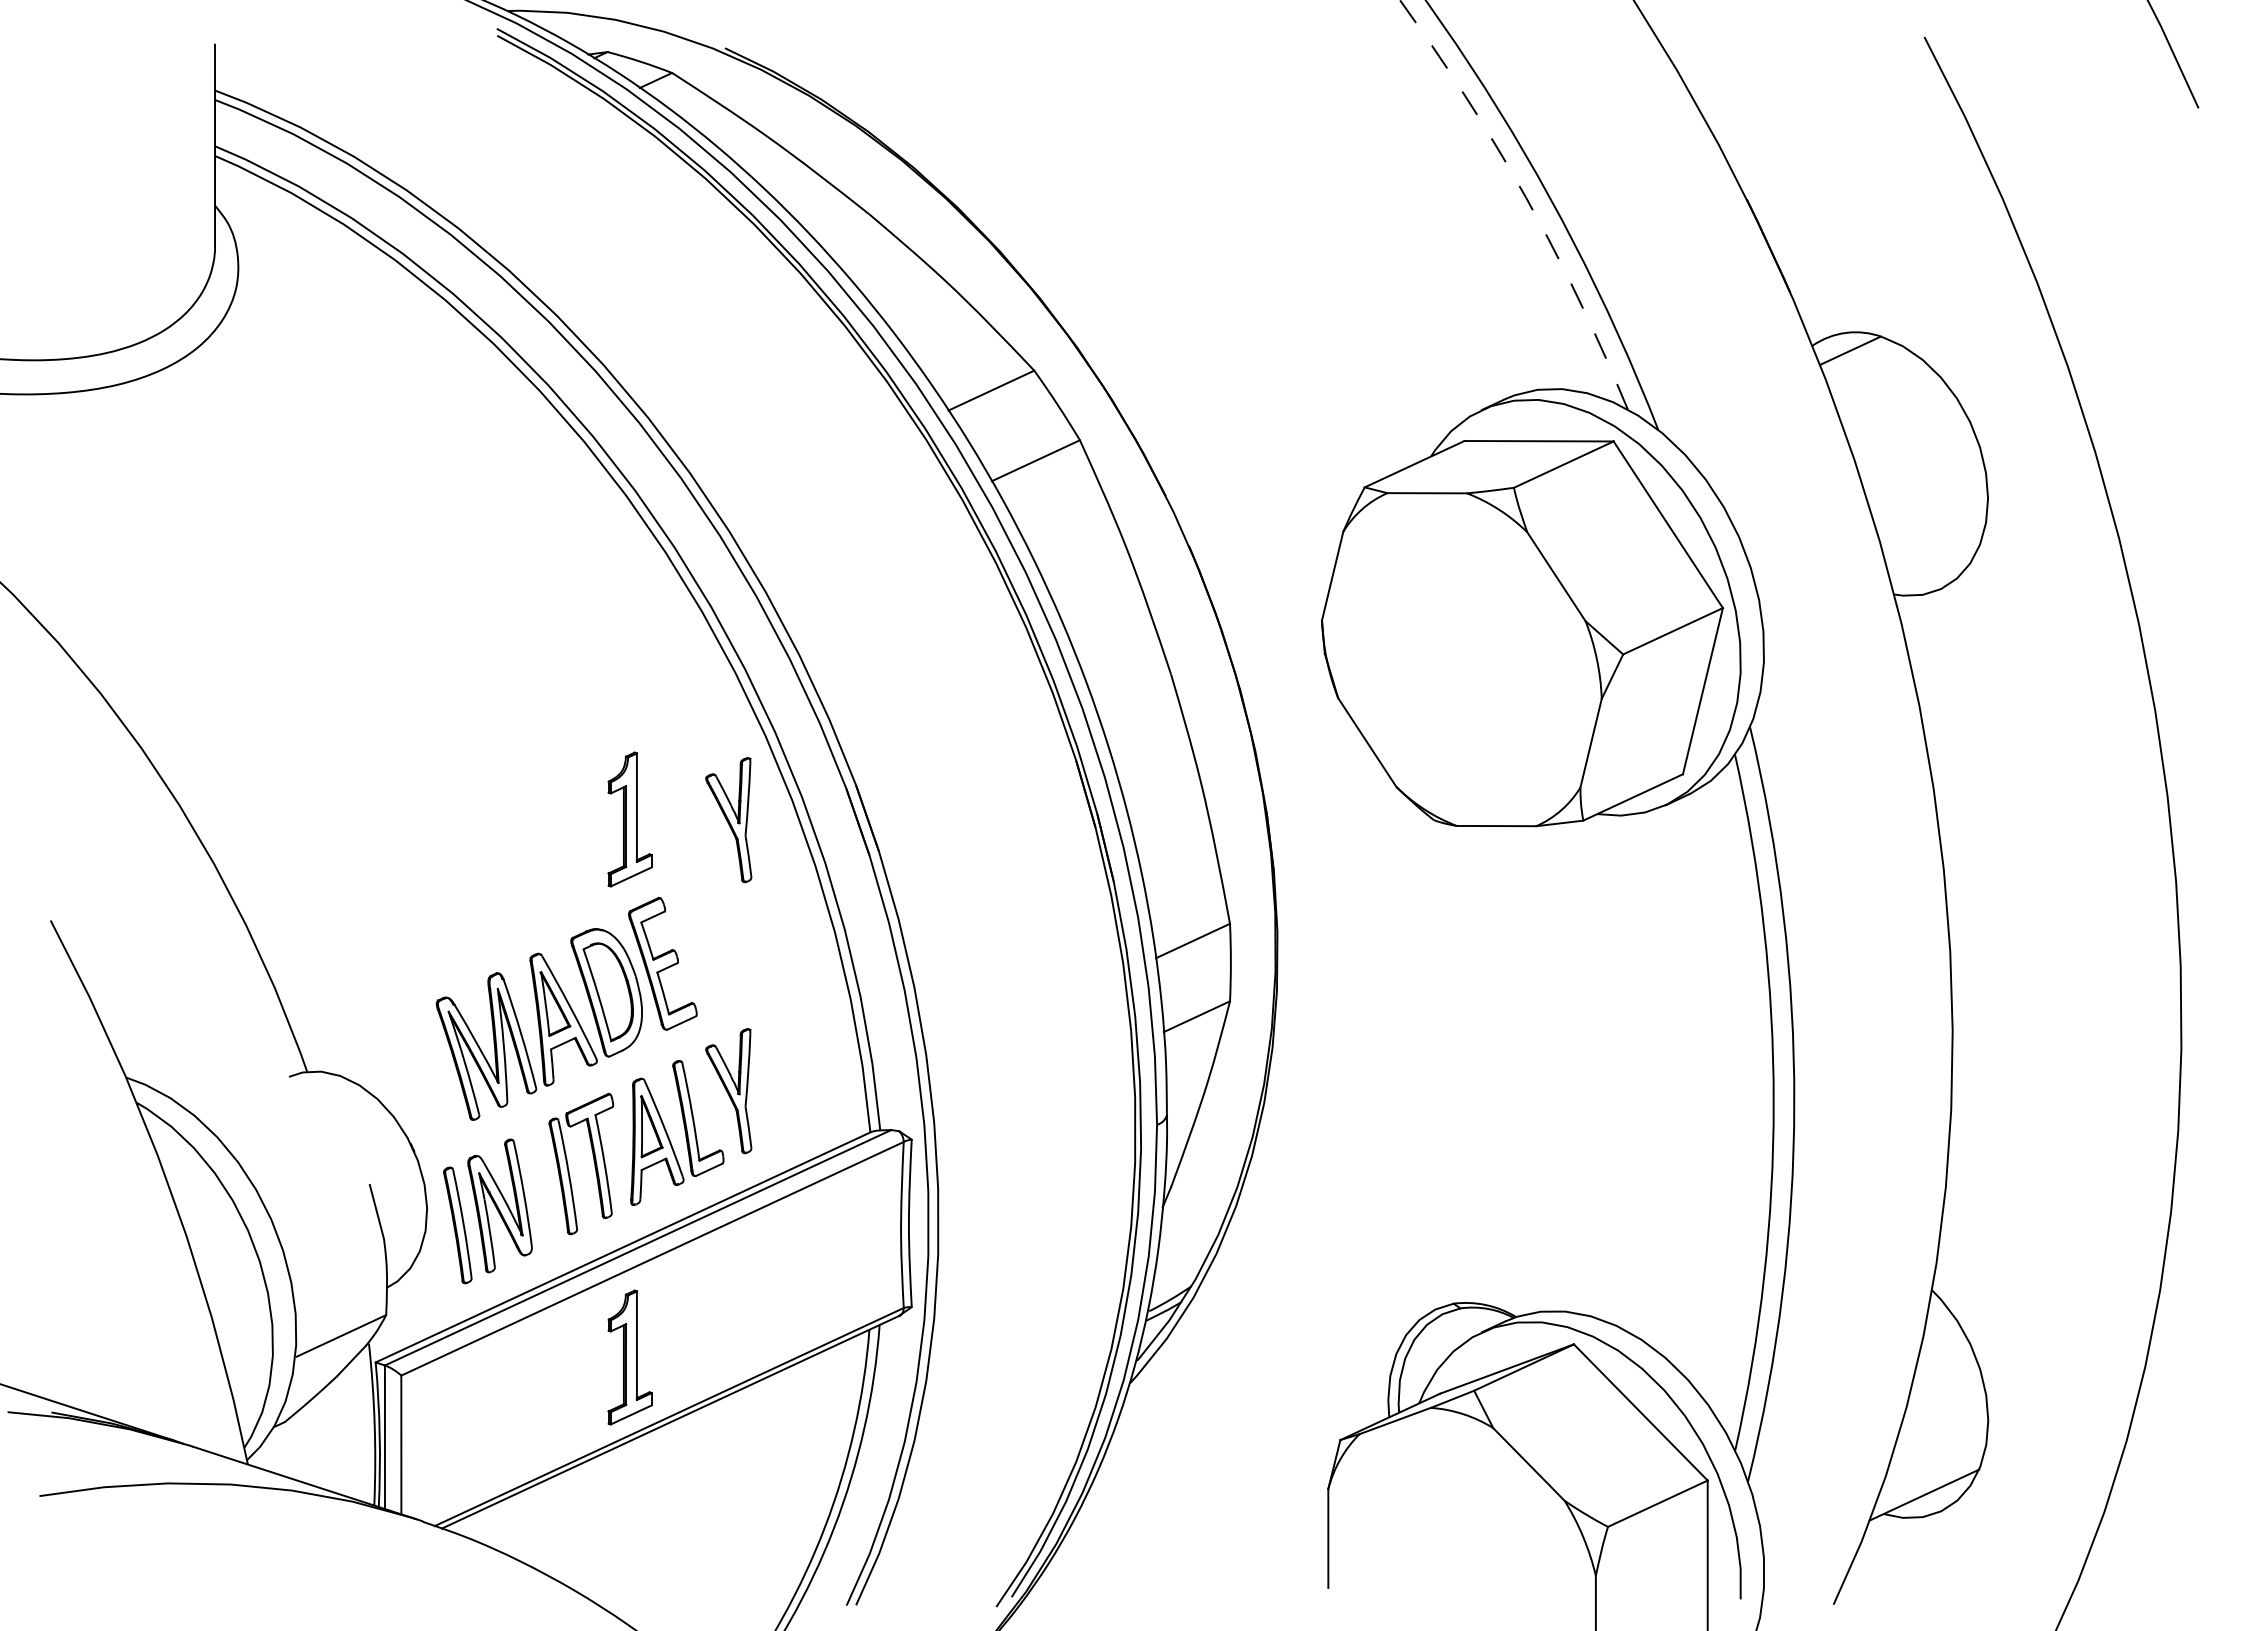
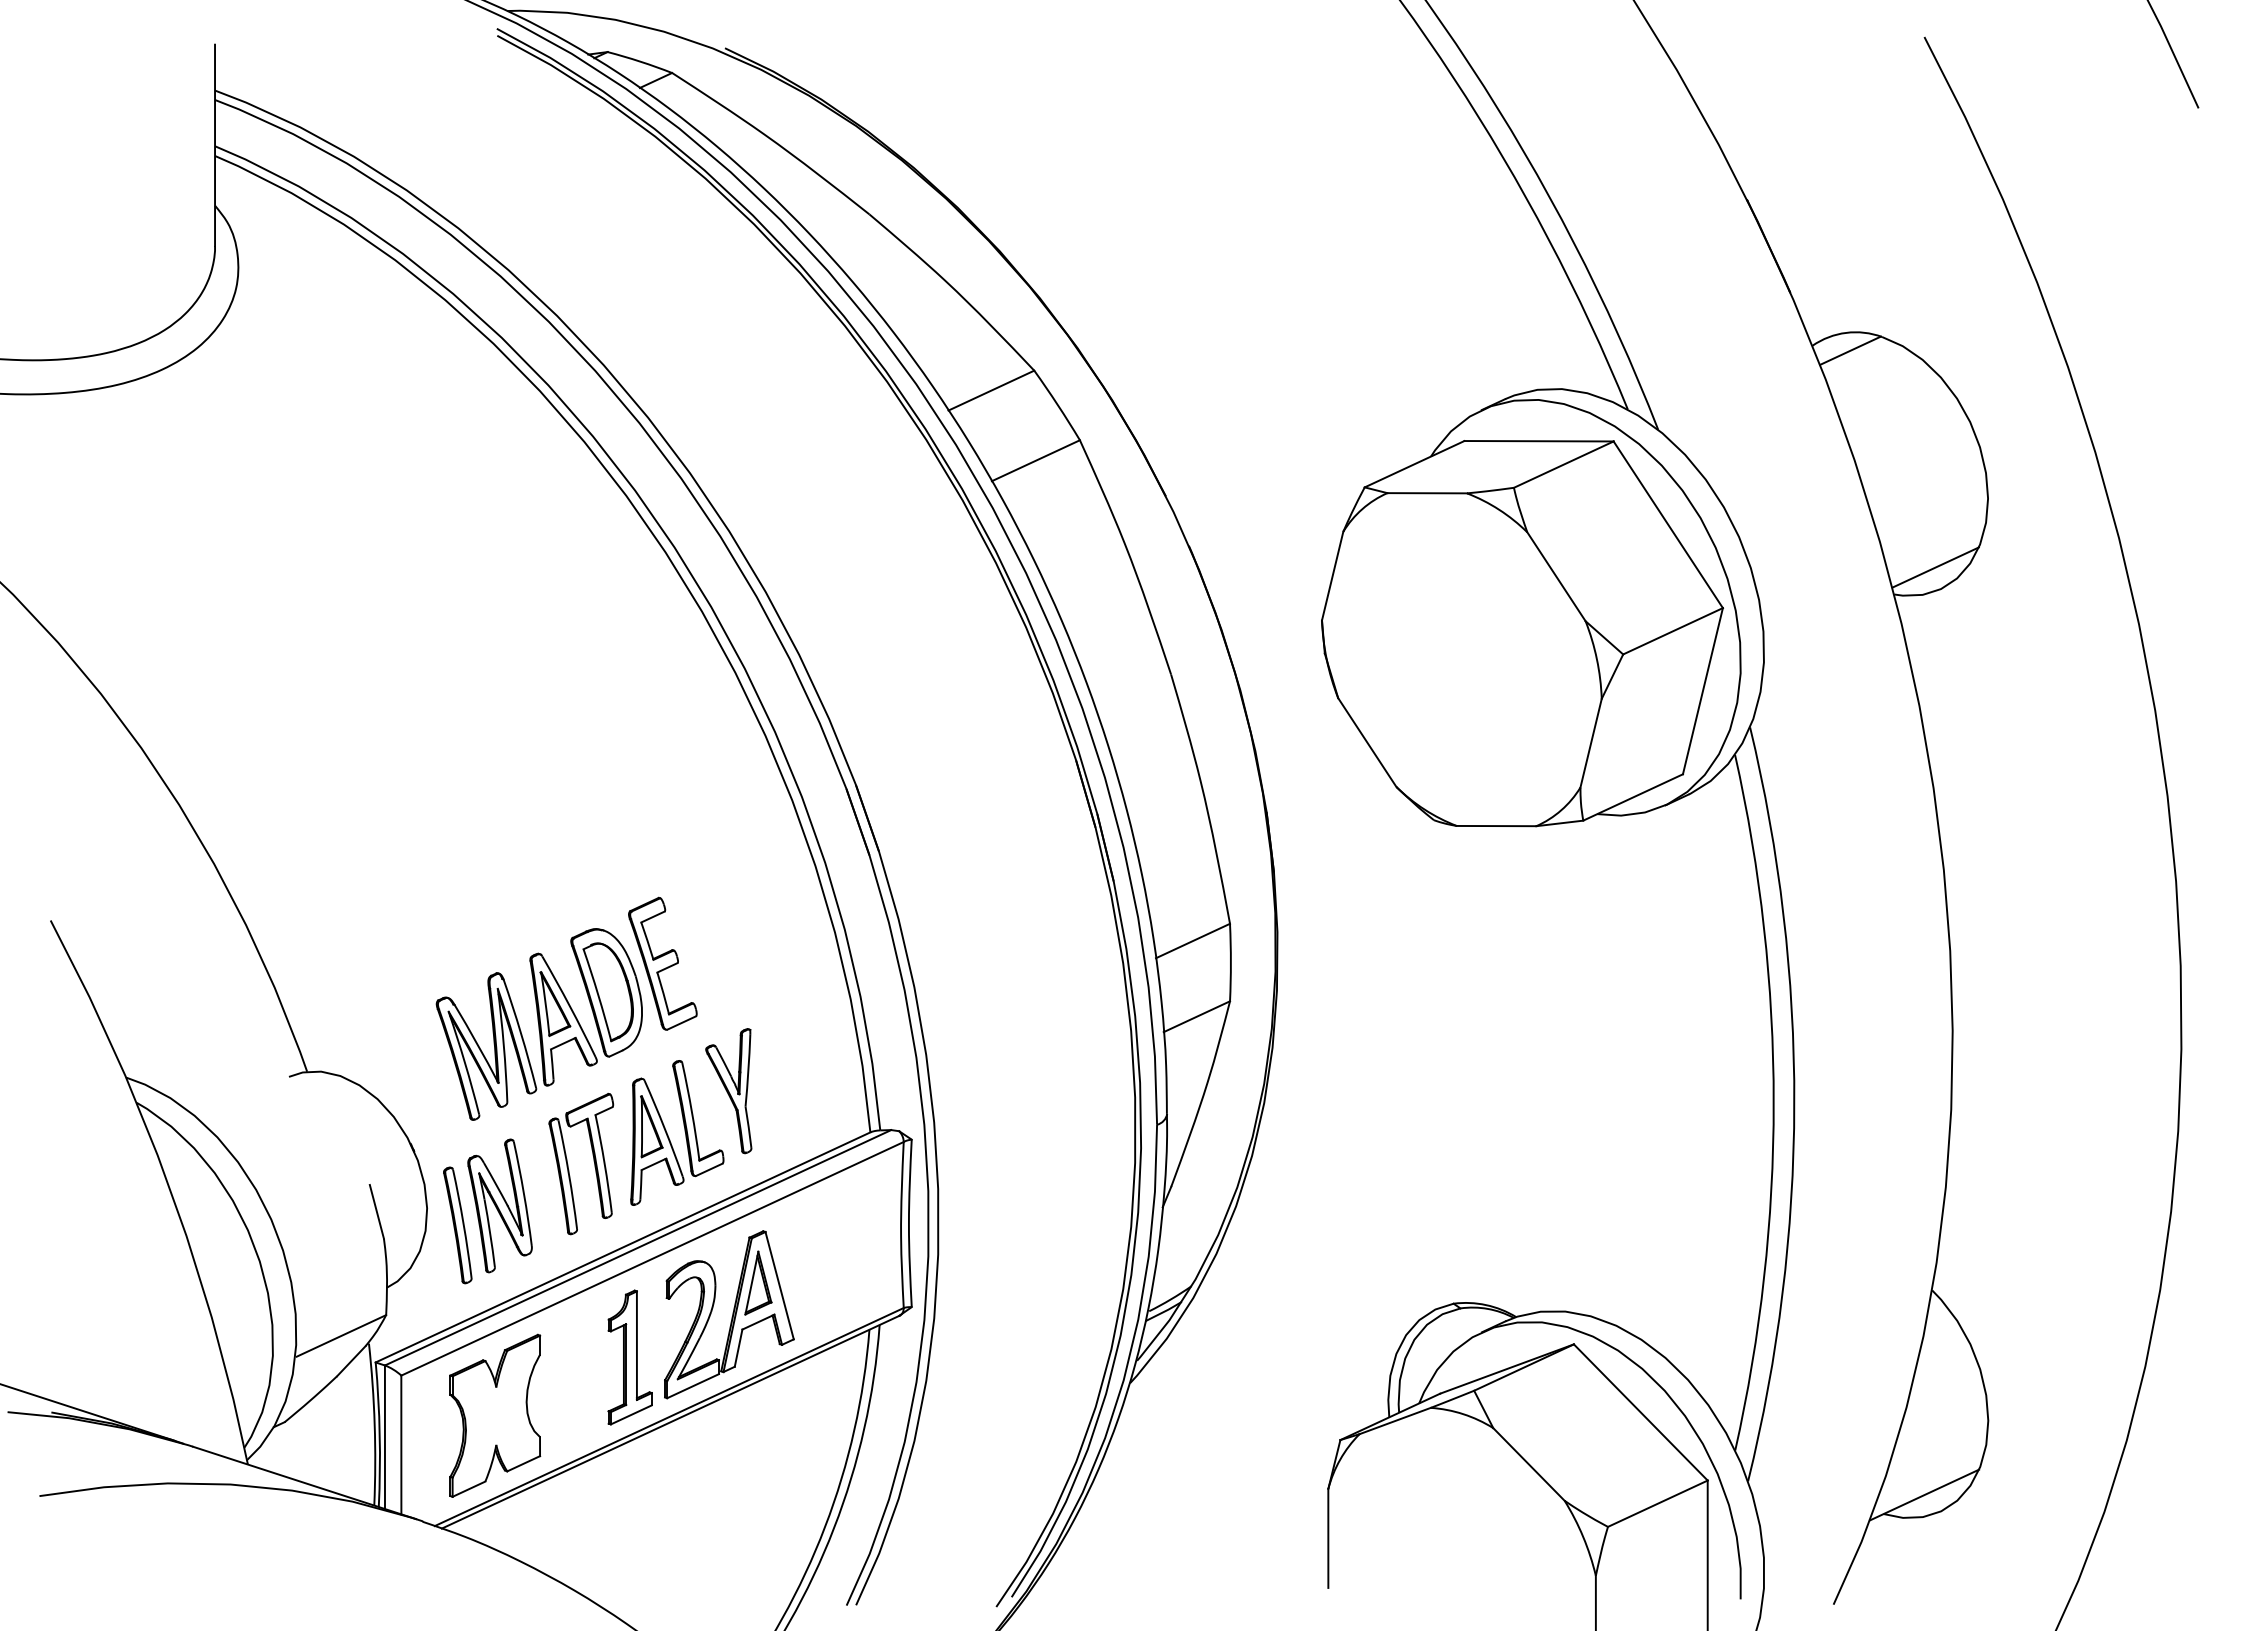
arc at (1526, 197): dashed -> solid
line at (1935, 567): none -> present
part at (629, 819): present -> none
part at (728, 820): present -> none
part at (729, 1314): none -> present
part at (495, 1415): none -> present
